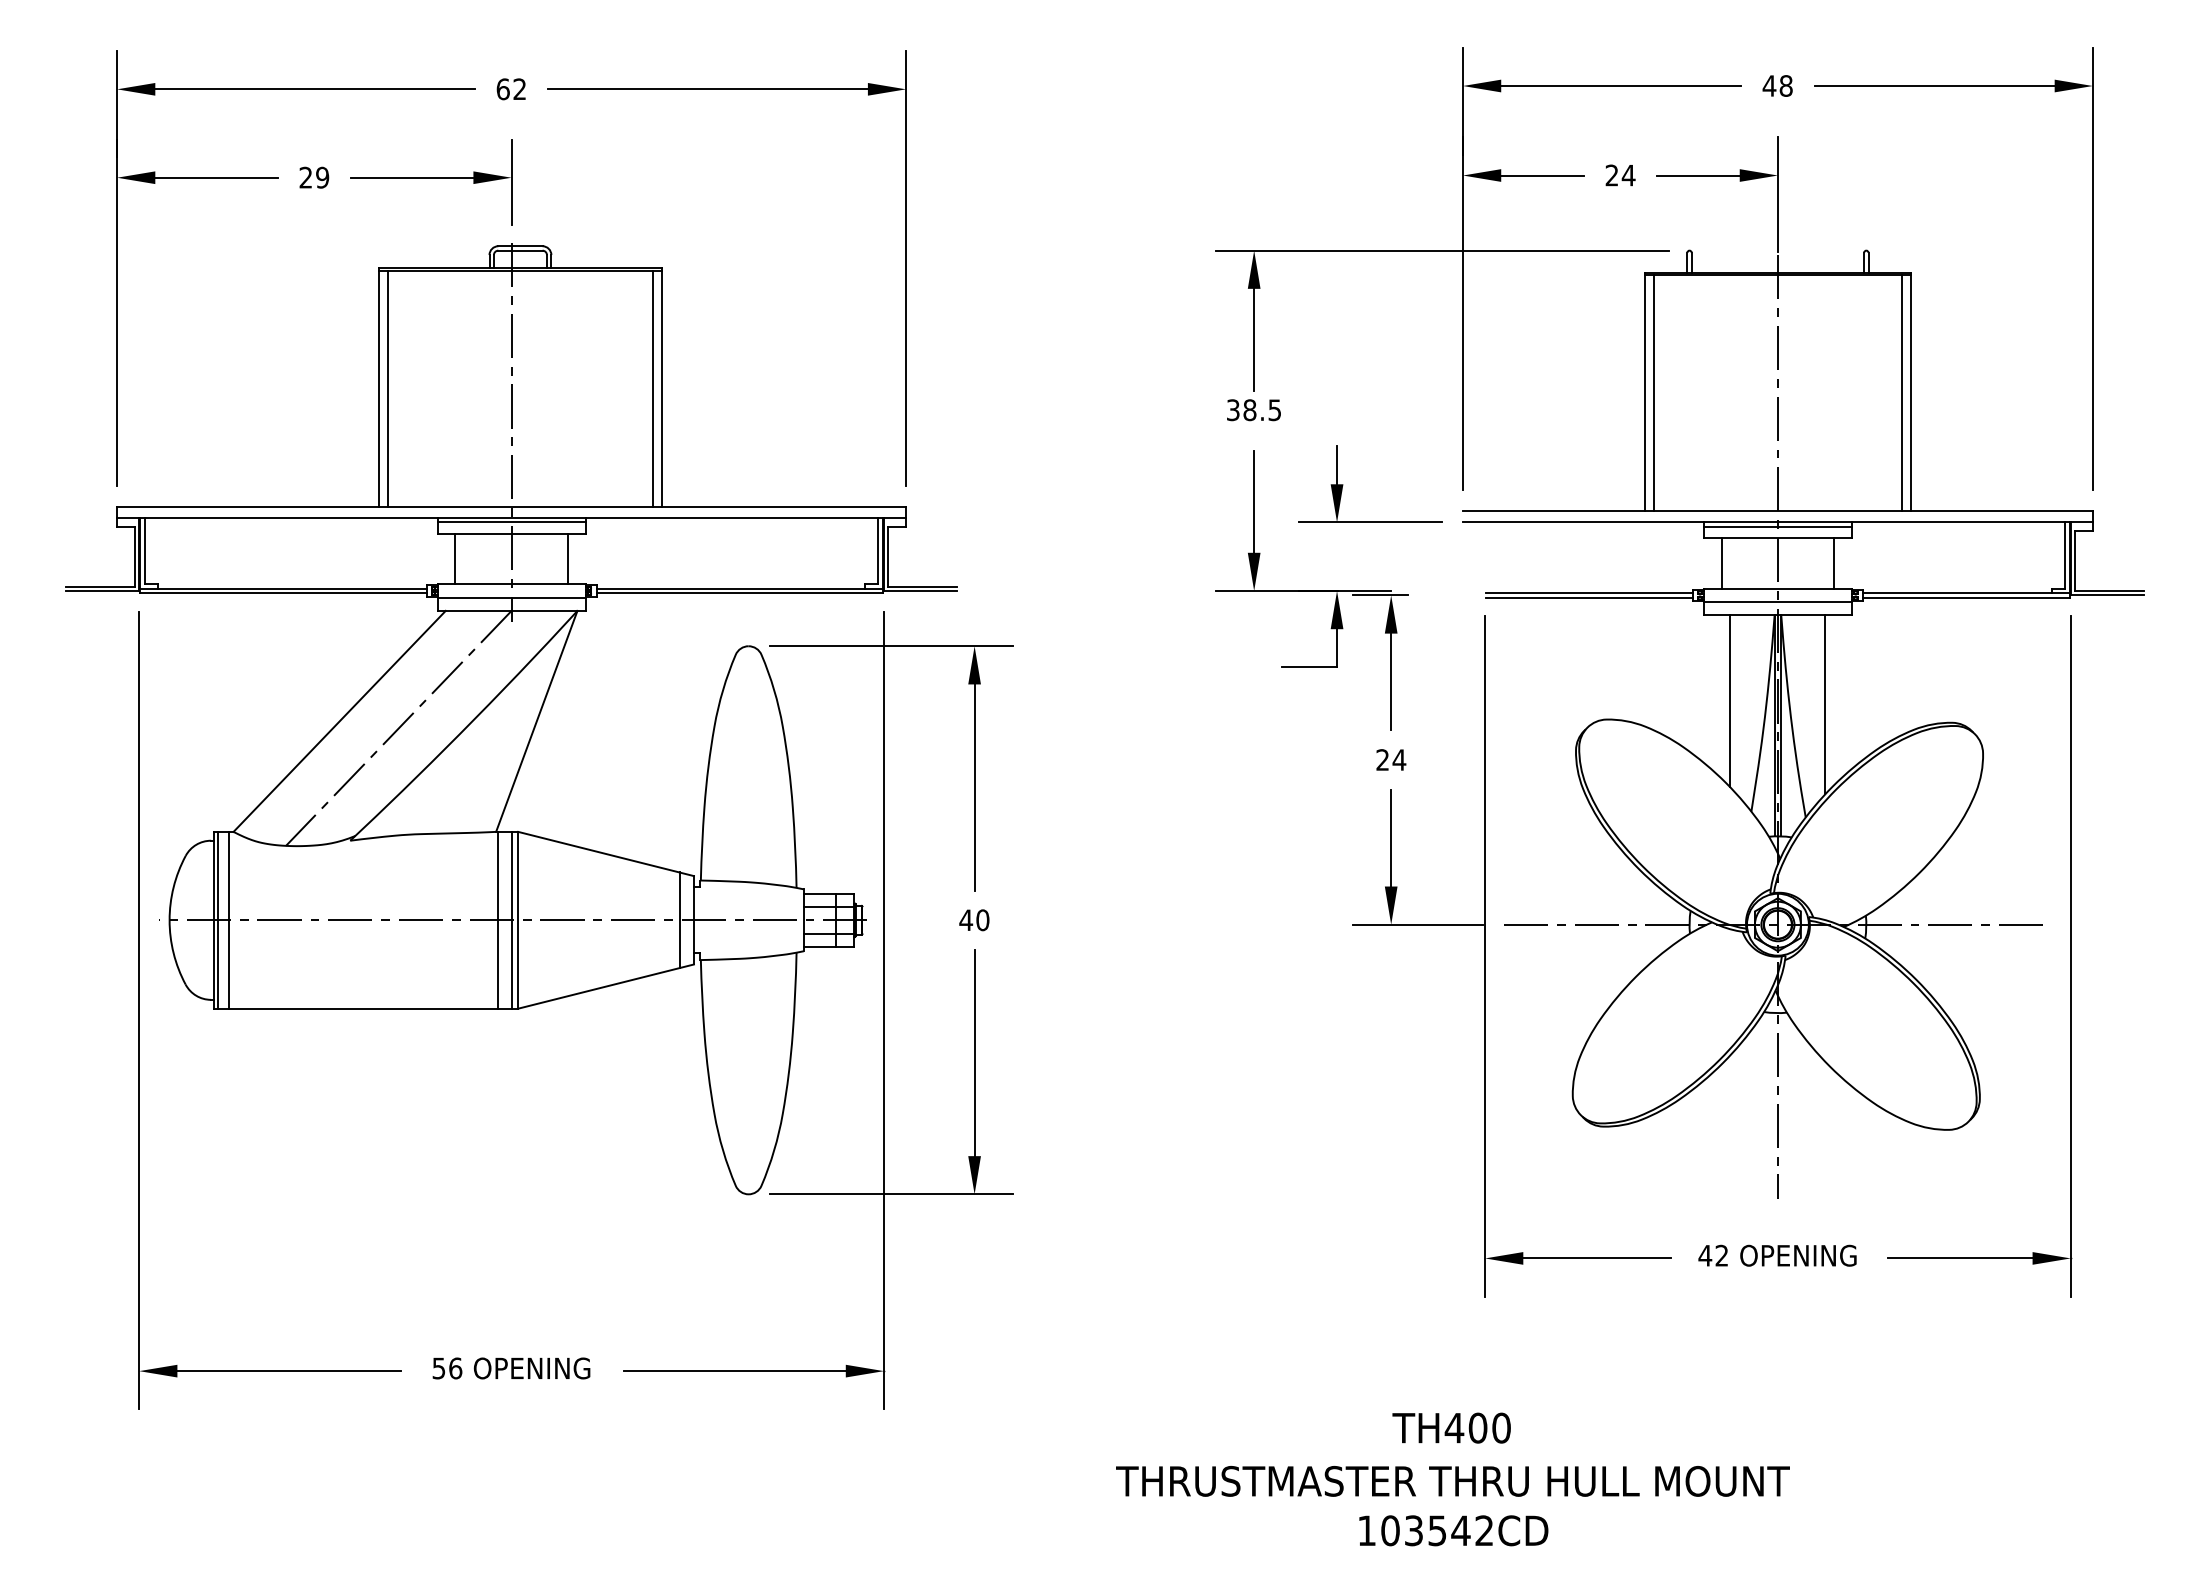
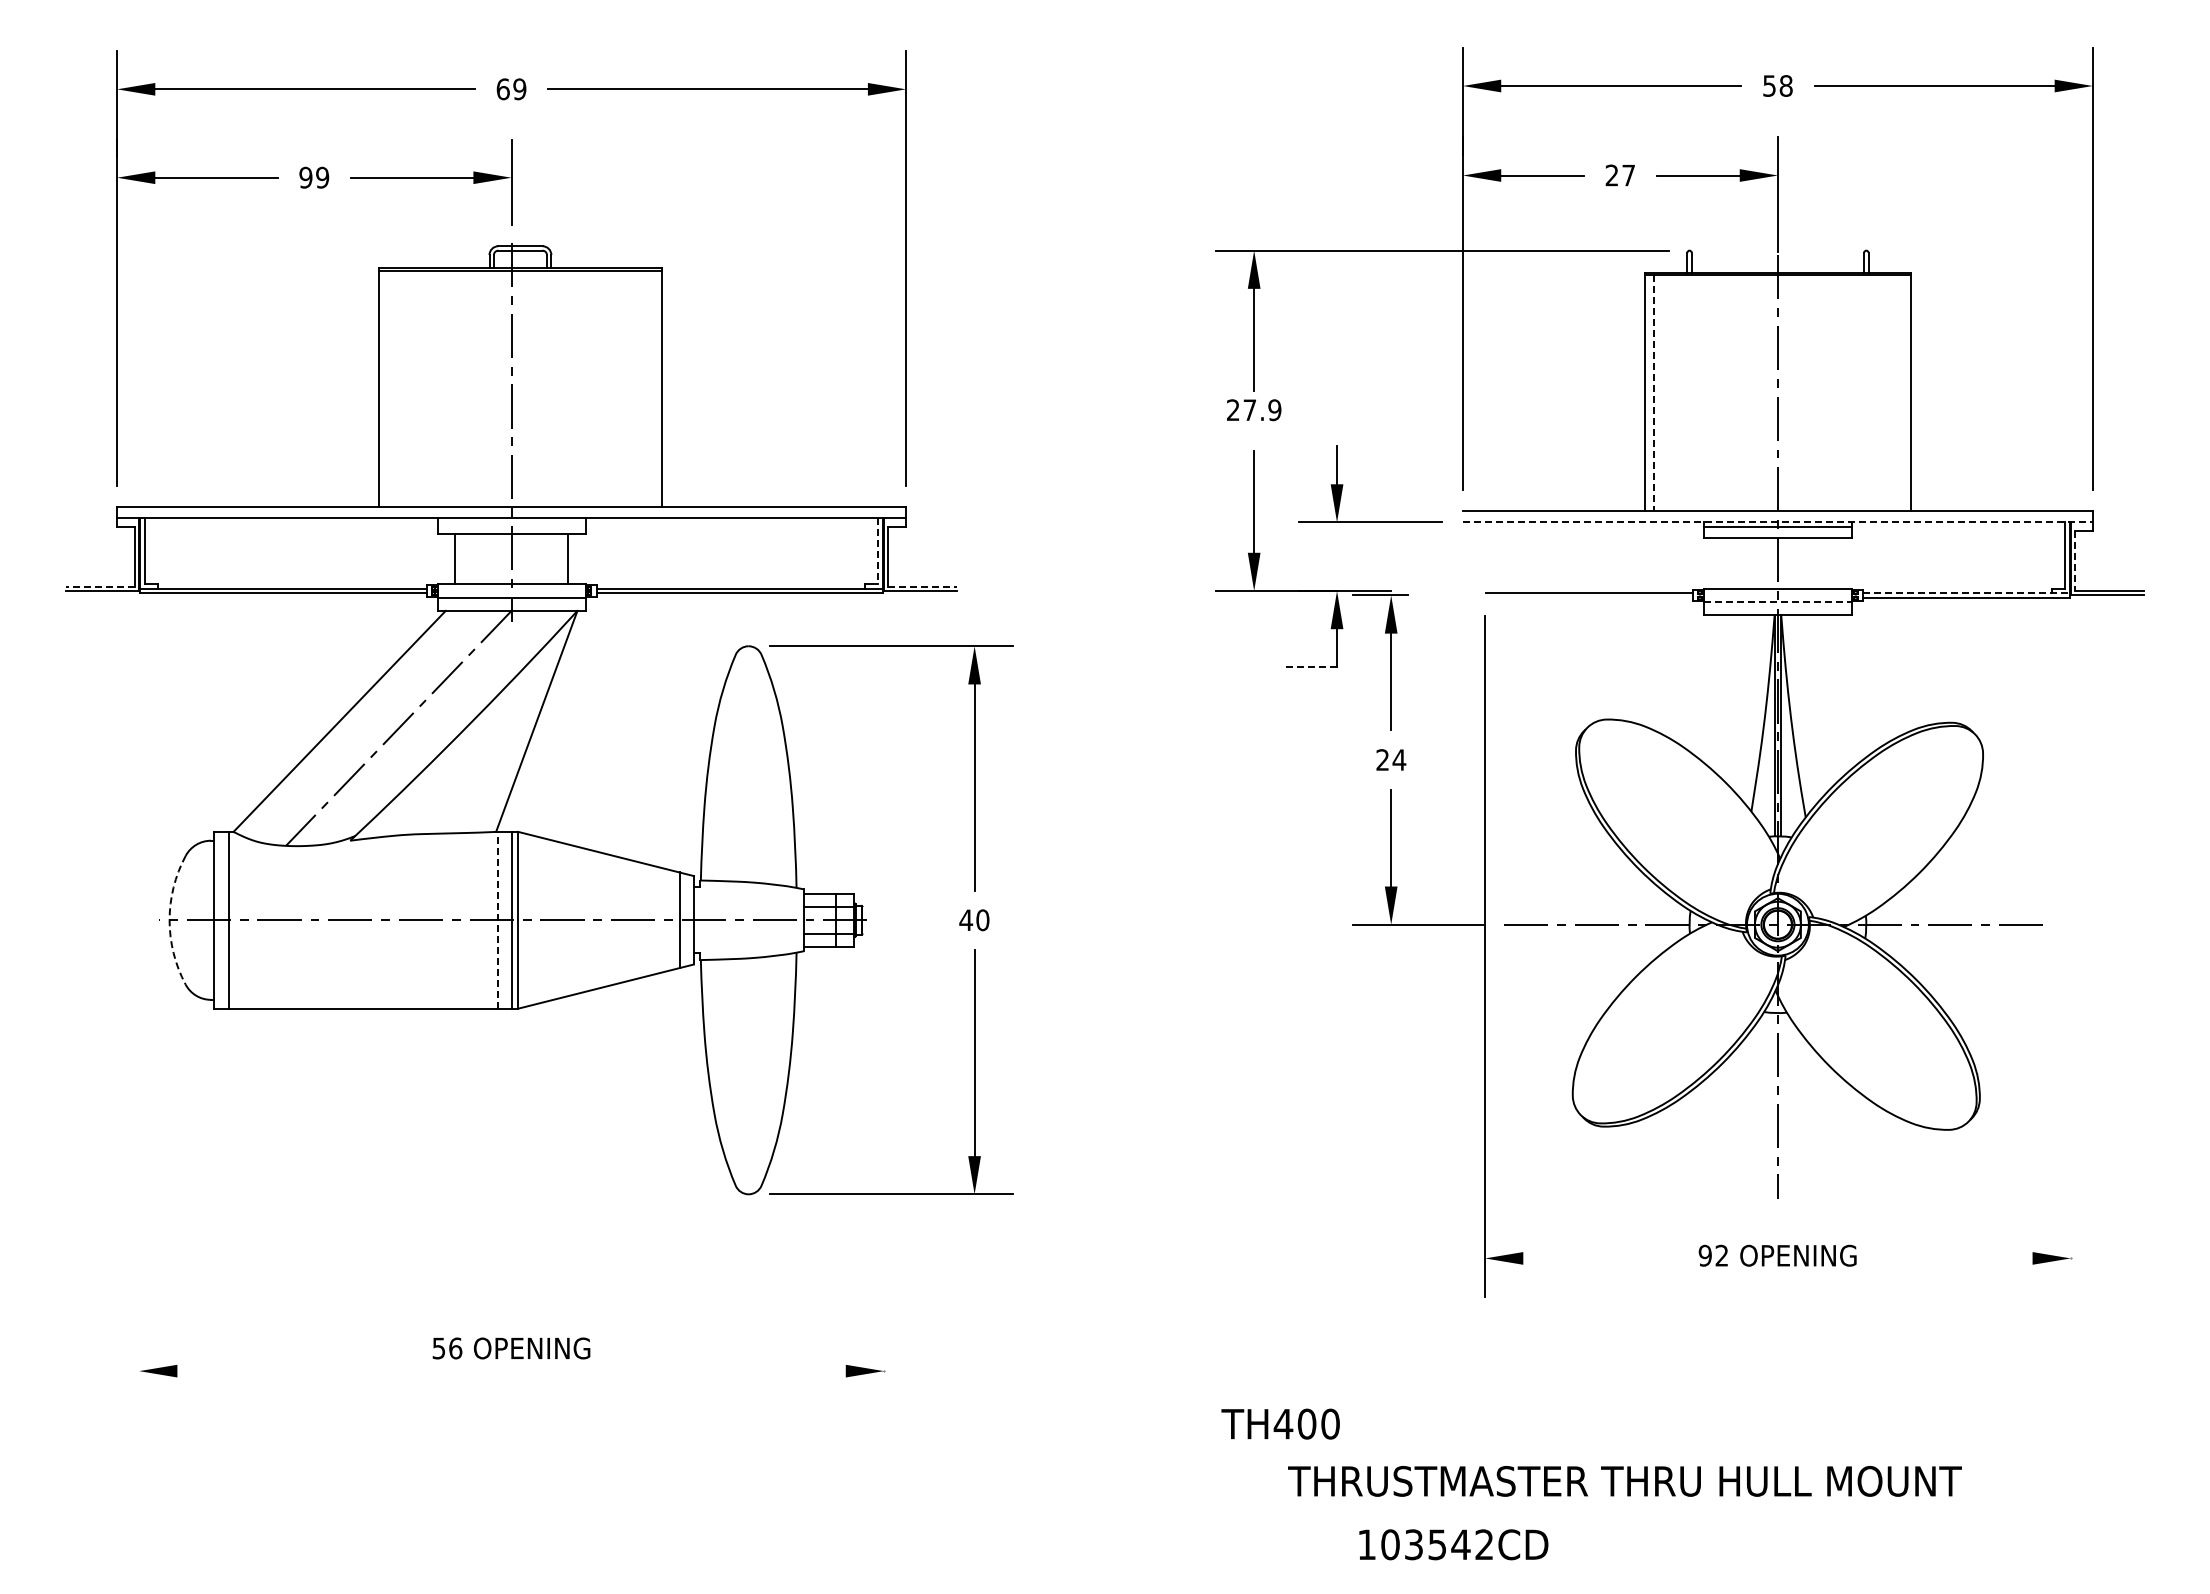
text at (1769, 85): 48 -> 58
text at (519, 89): 62 -> 69
text at (1628, 175): 24 -> 27
text at (305, 177): 29 -> 99
line at (387, 388): present -> none
line at (653, 388): present -> none
line at (1901, 392): present -> none
line at (1654, 393): solid -> dashed
text at (1254, 410): 38.5 -> 27.9
line at (511, 522): present -> none
line at (1777, 522): solid -> dashed
line at (878, 551): solid -> dashed
line at (2075, 561): solid -> dashed
line at (1721, 562): present -> none
line at (1834, 562): present -> none
line at (100, 586): solid -> dashed
line at (923, 586): solid -> dashed
line at (1966, 593): solid -> dashed
line at (1589, 597): present -> none
line at (1778, 602): solid -> dashed
line at (1309, 667): solid -> dashed
line at (1730, 701): present -> none
line at (1825, 704): present -> none
line at (217, 919): present -> none
line at (498, 919): solid -> dashed
arc at (169, 920): solid -> dashed
line at (2070, 956): present -> none
line at (139, 1010): present -> none
line at (884, 1010): present -> none
text at (1705, 1255): 42 -> 92
line at (1596, 1258): present -> none
line at (1960, 1258): present -> none
text at (511, 1368) position: (511, 1368) -> (511, 1348)
line at (289, 1371): present -> none
line at (734, 1371): present -> none
text at (1451, 1427) position: (1451, 1427) -> (1280, 1423)
text at (1452, 1481) position: (1452, 1481) -> (1624, 1481)
text at (1453, 1530) position: (1453, 1530) -> (1453, 1544)
